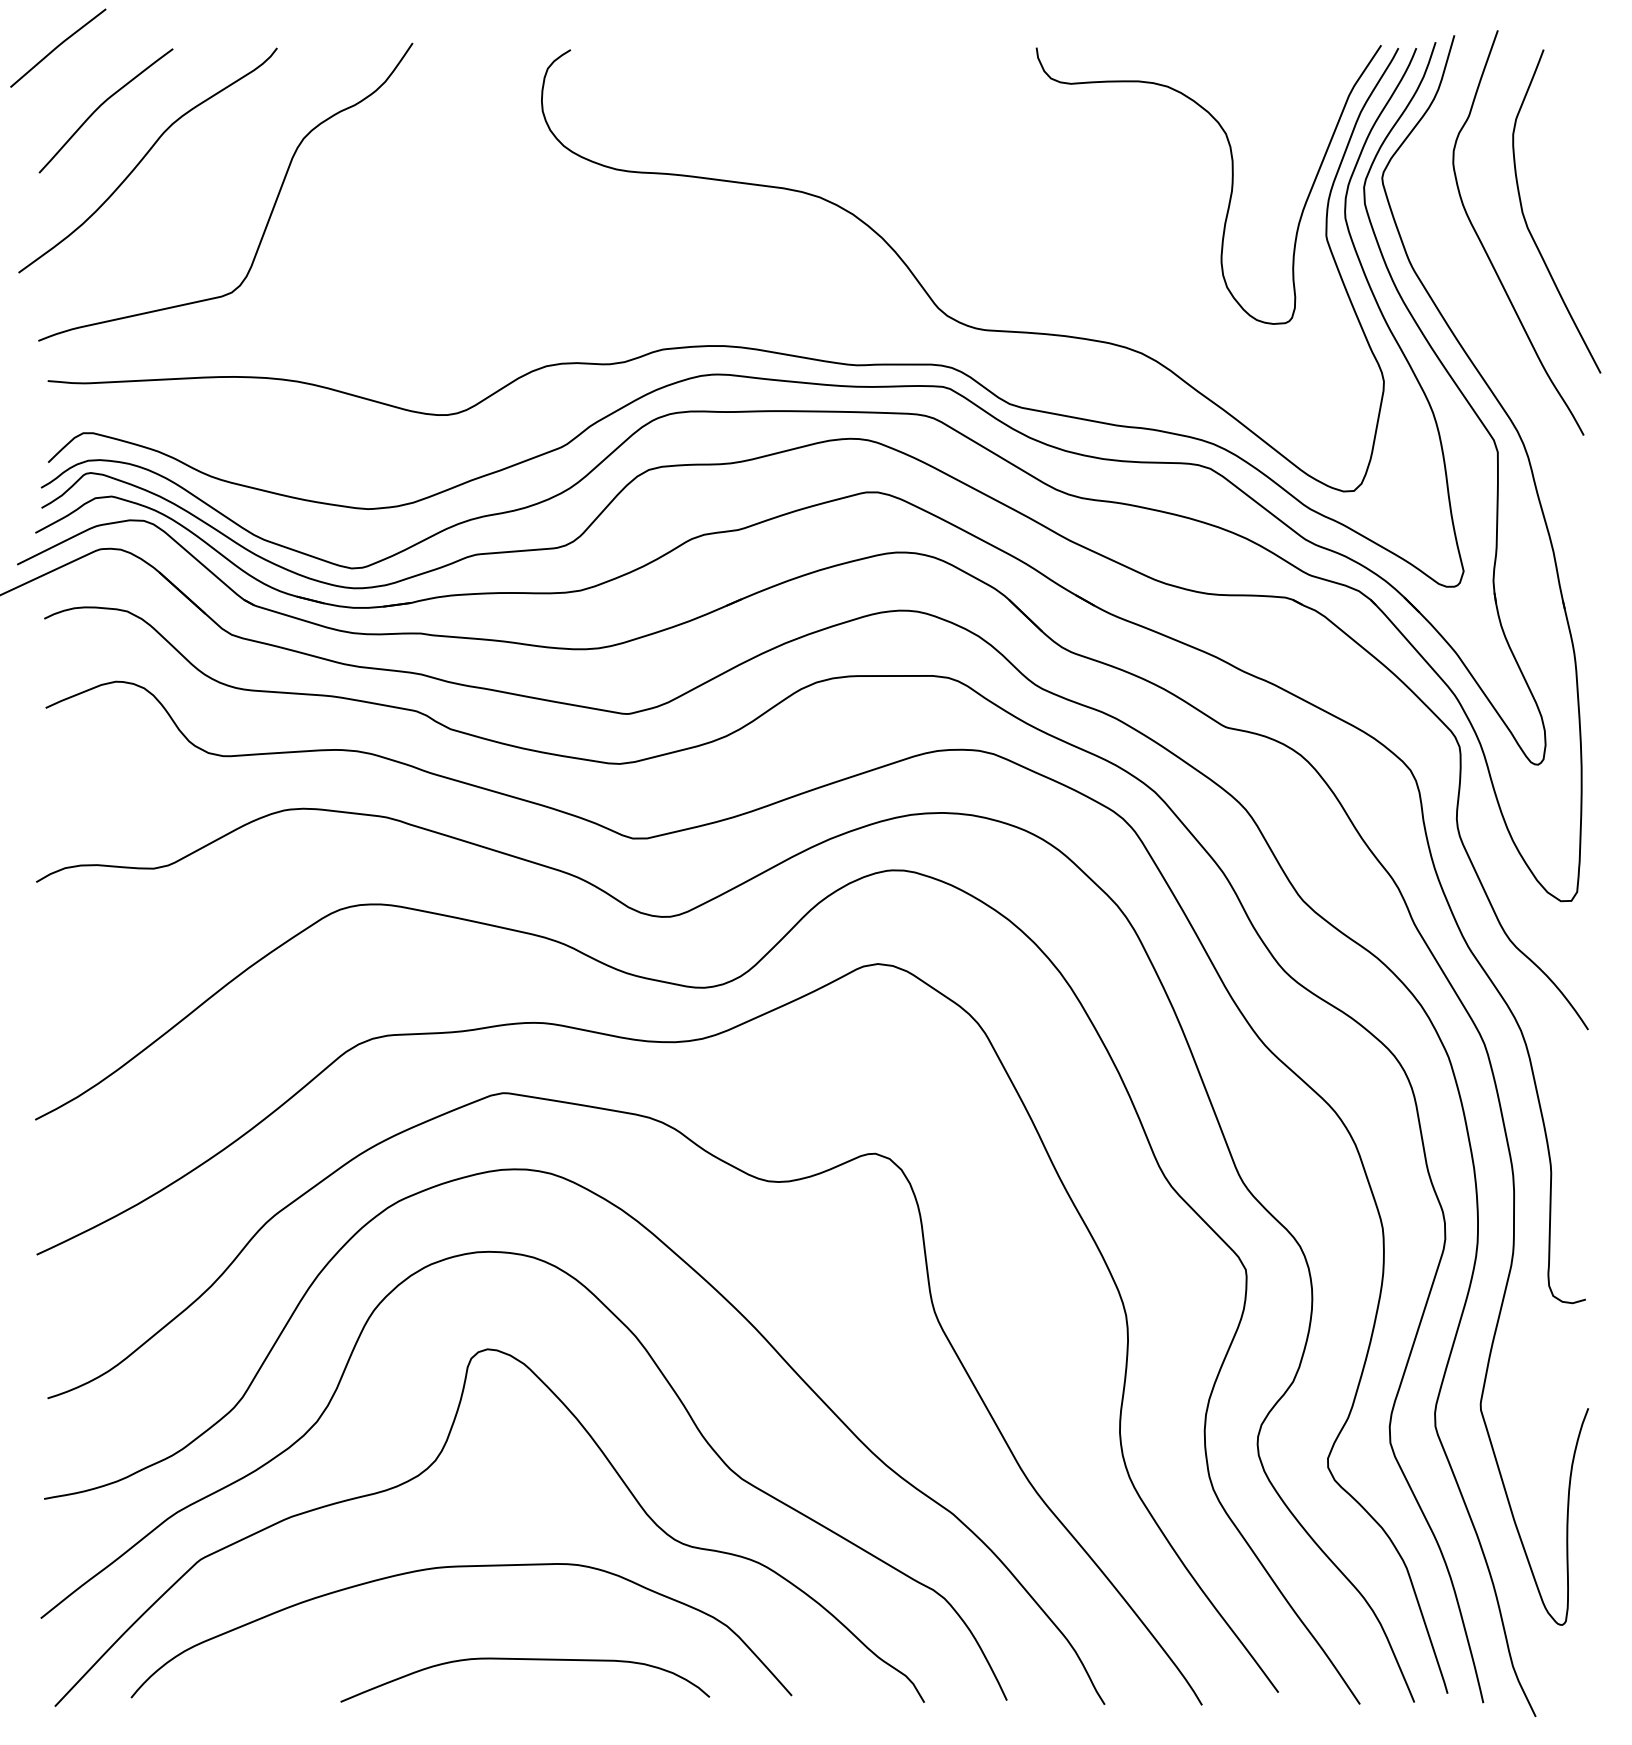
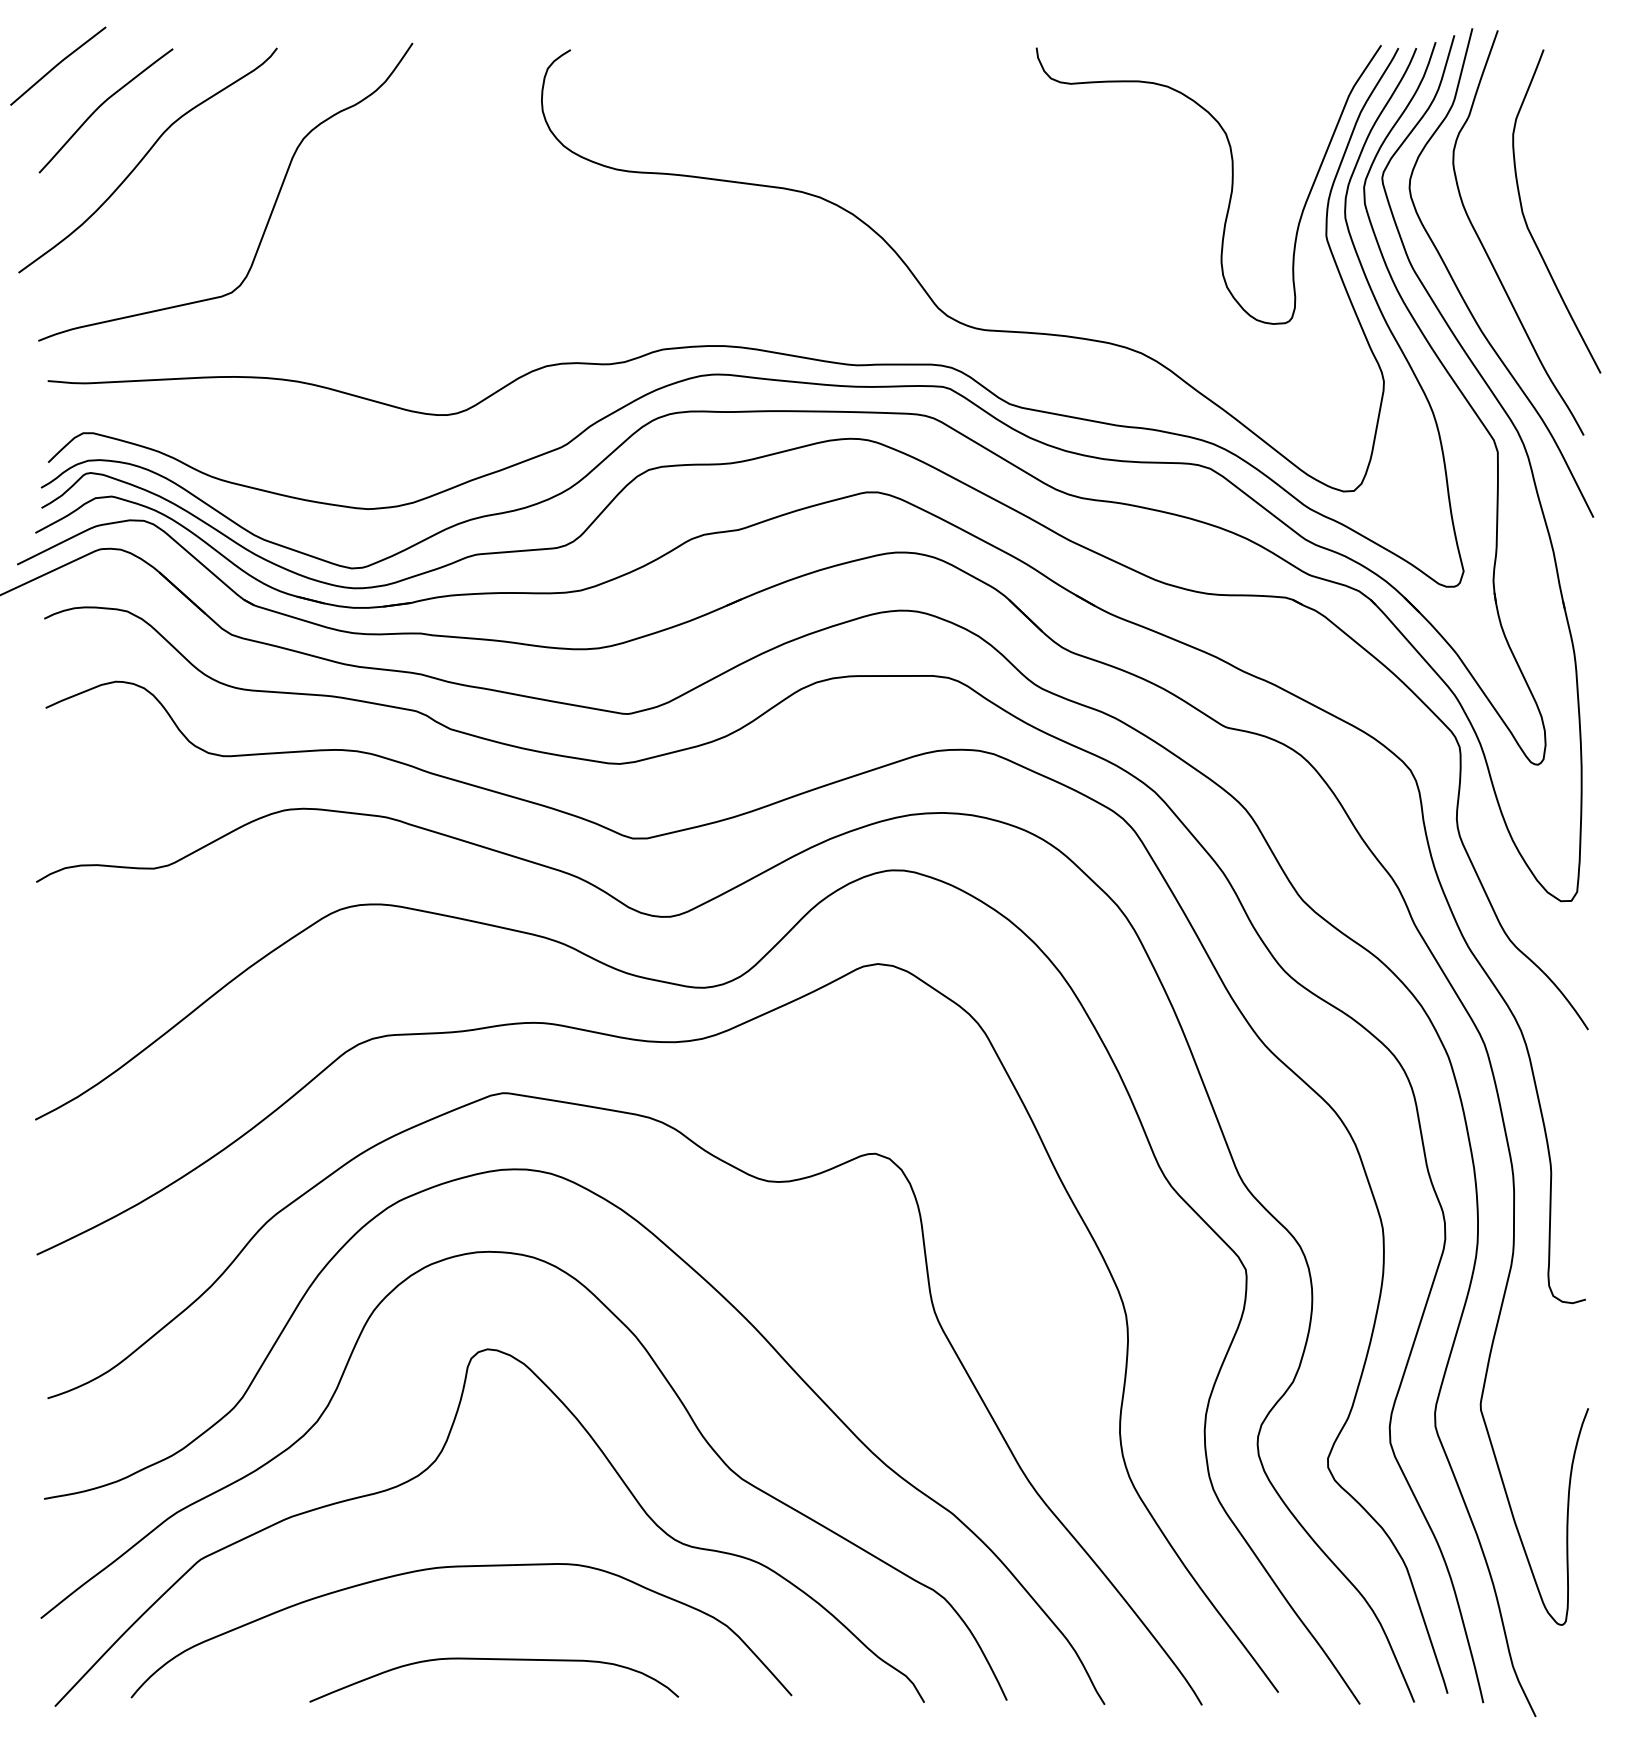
curve at (58, 47) position: (58, 47) -> (58, 65)
curve at (1461, 293): none -> present
curve at (526, 1660) position: (526, 1660) -> (495, 1660)
